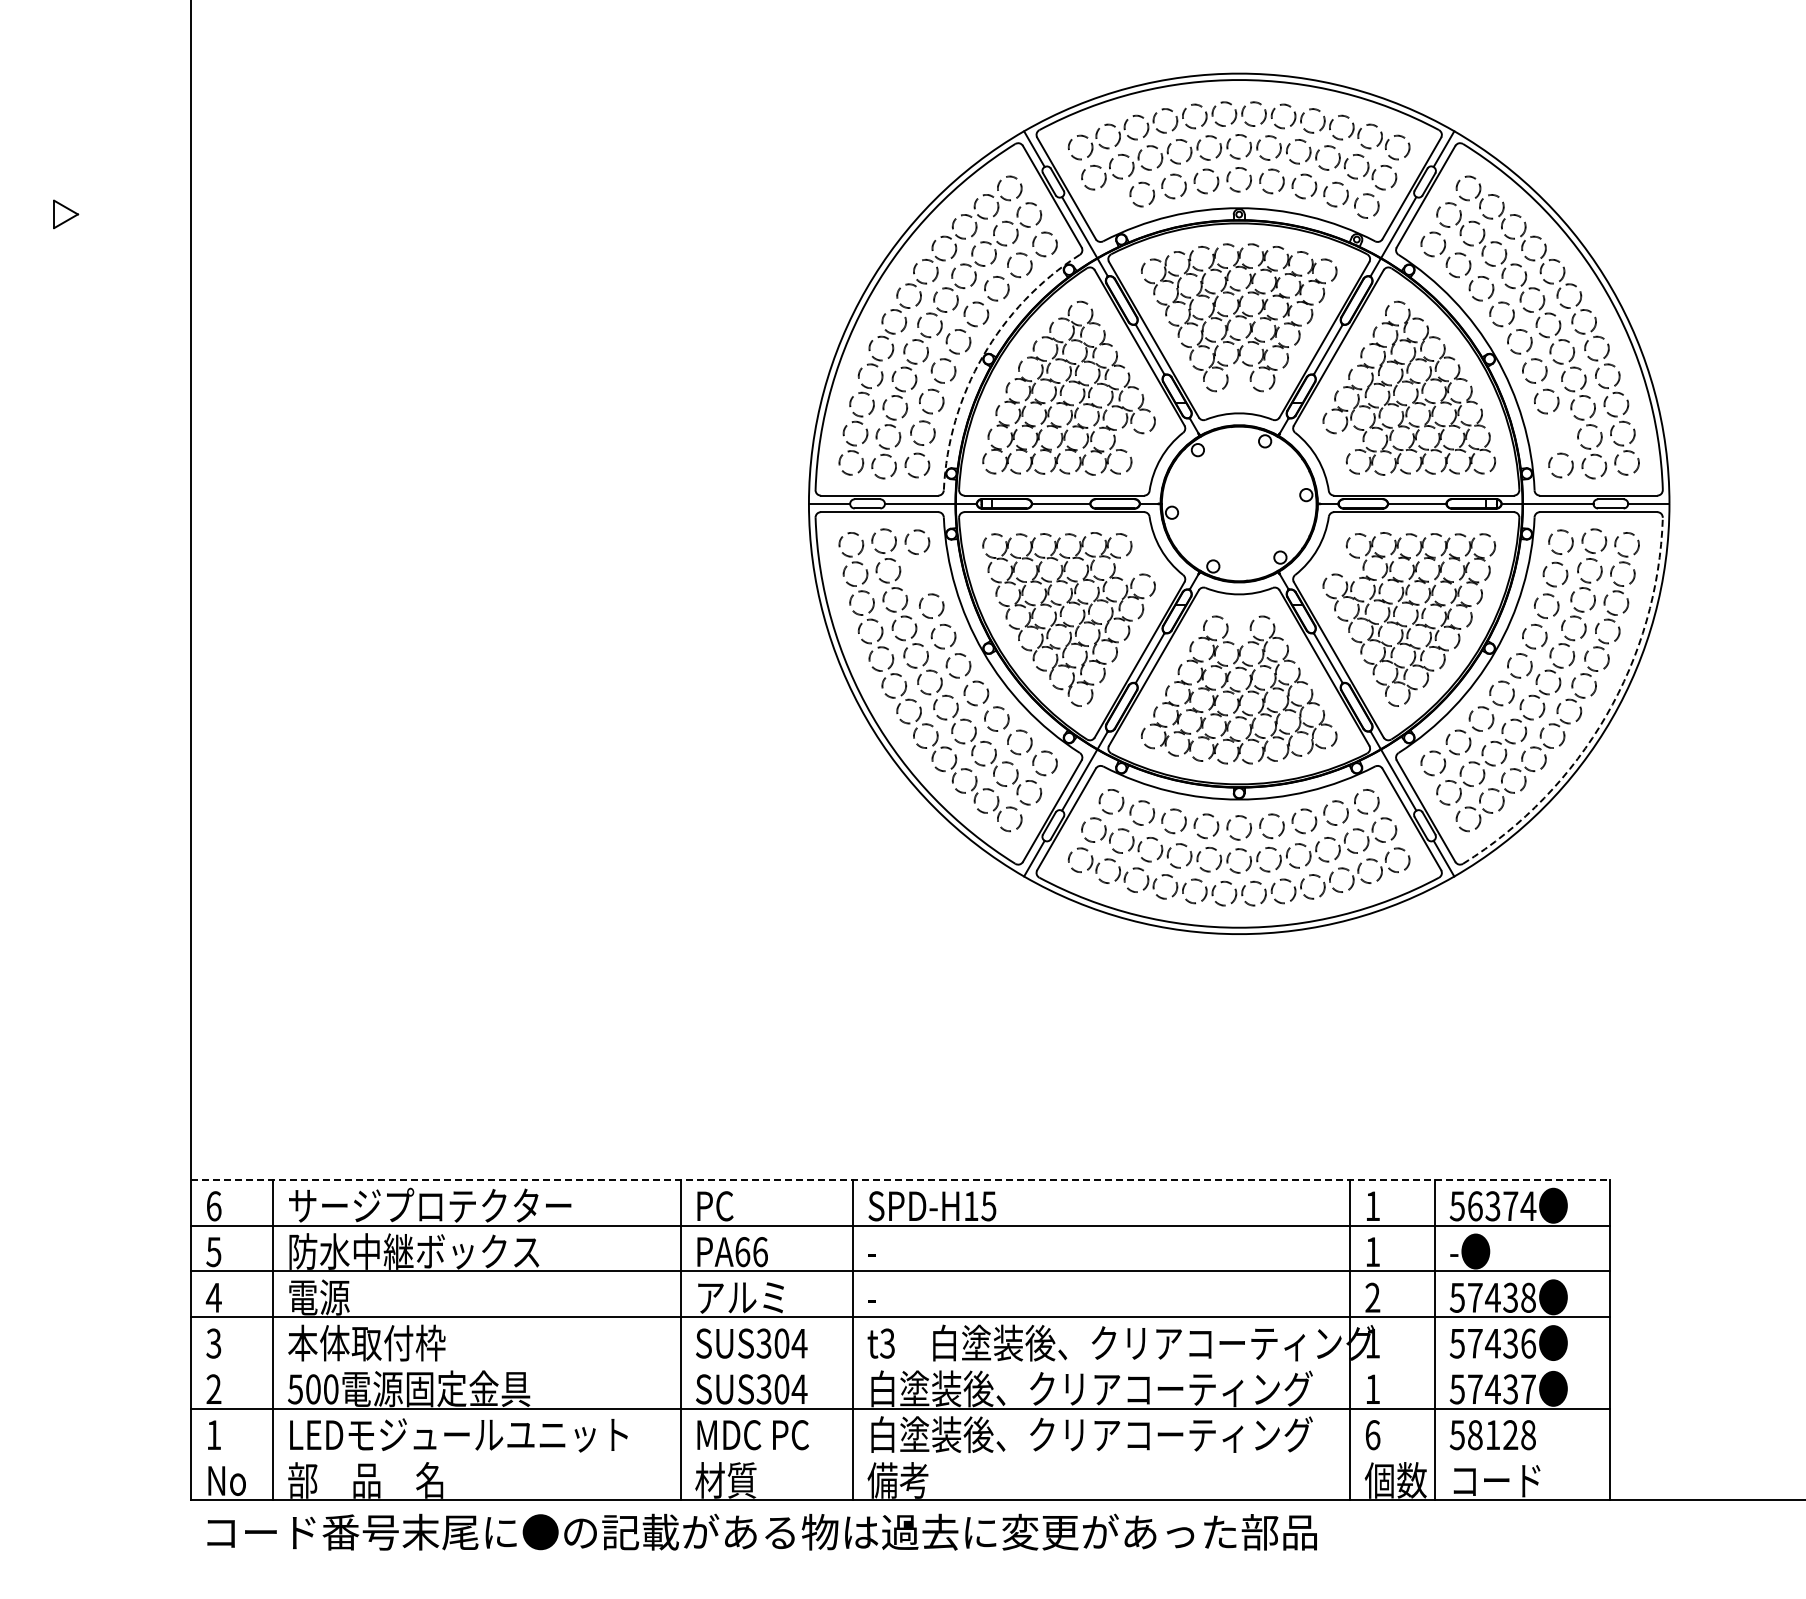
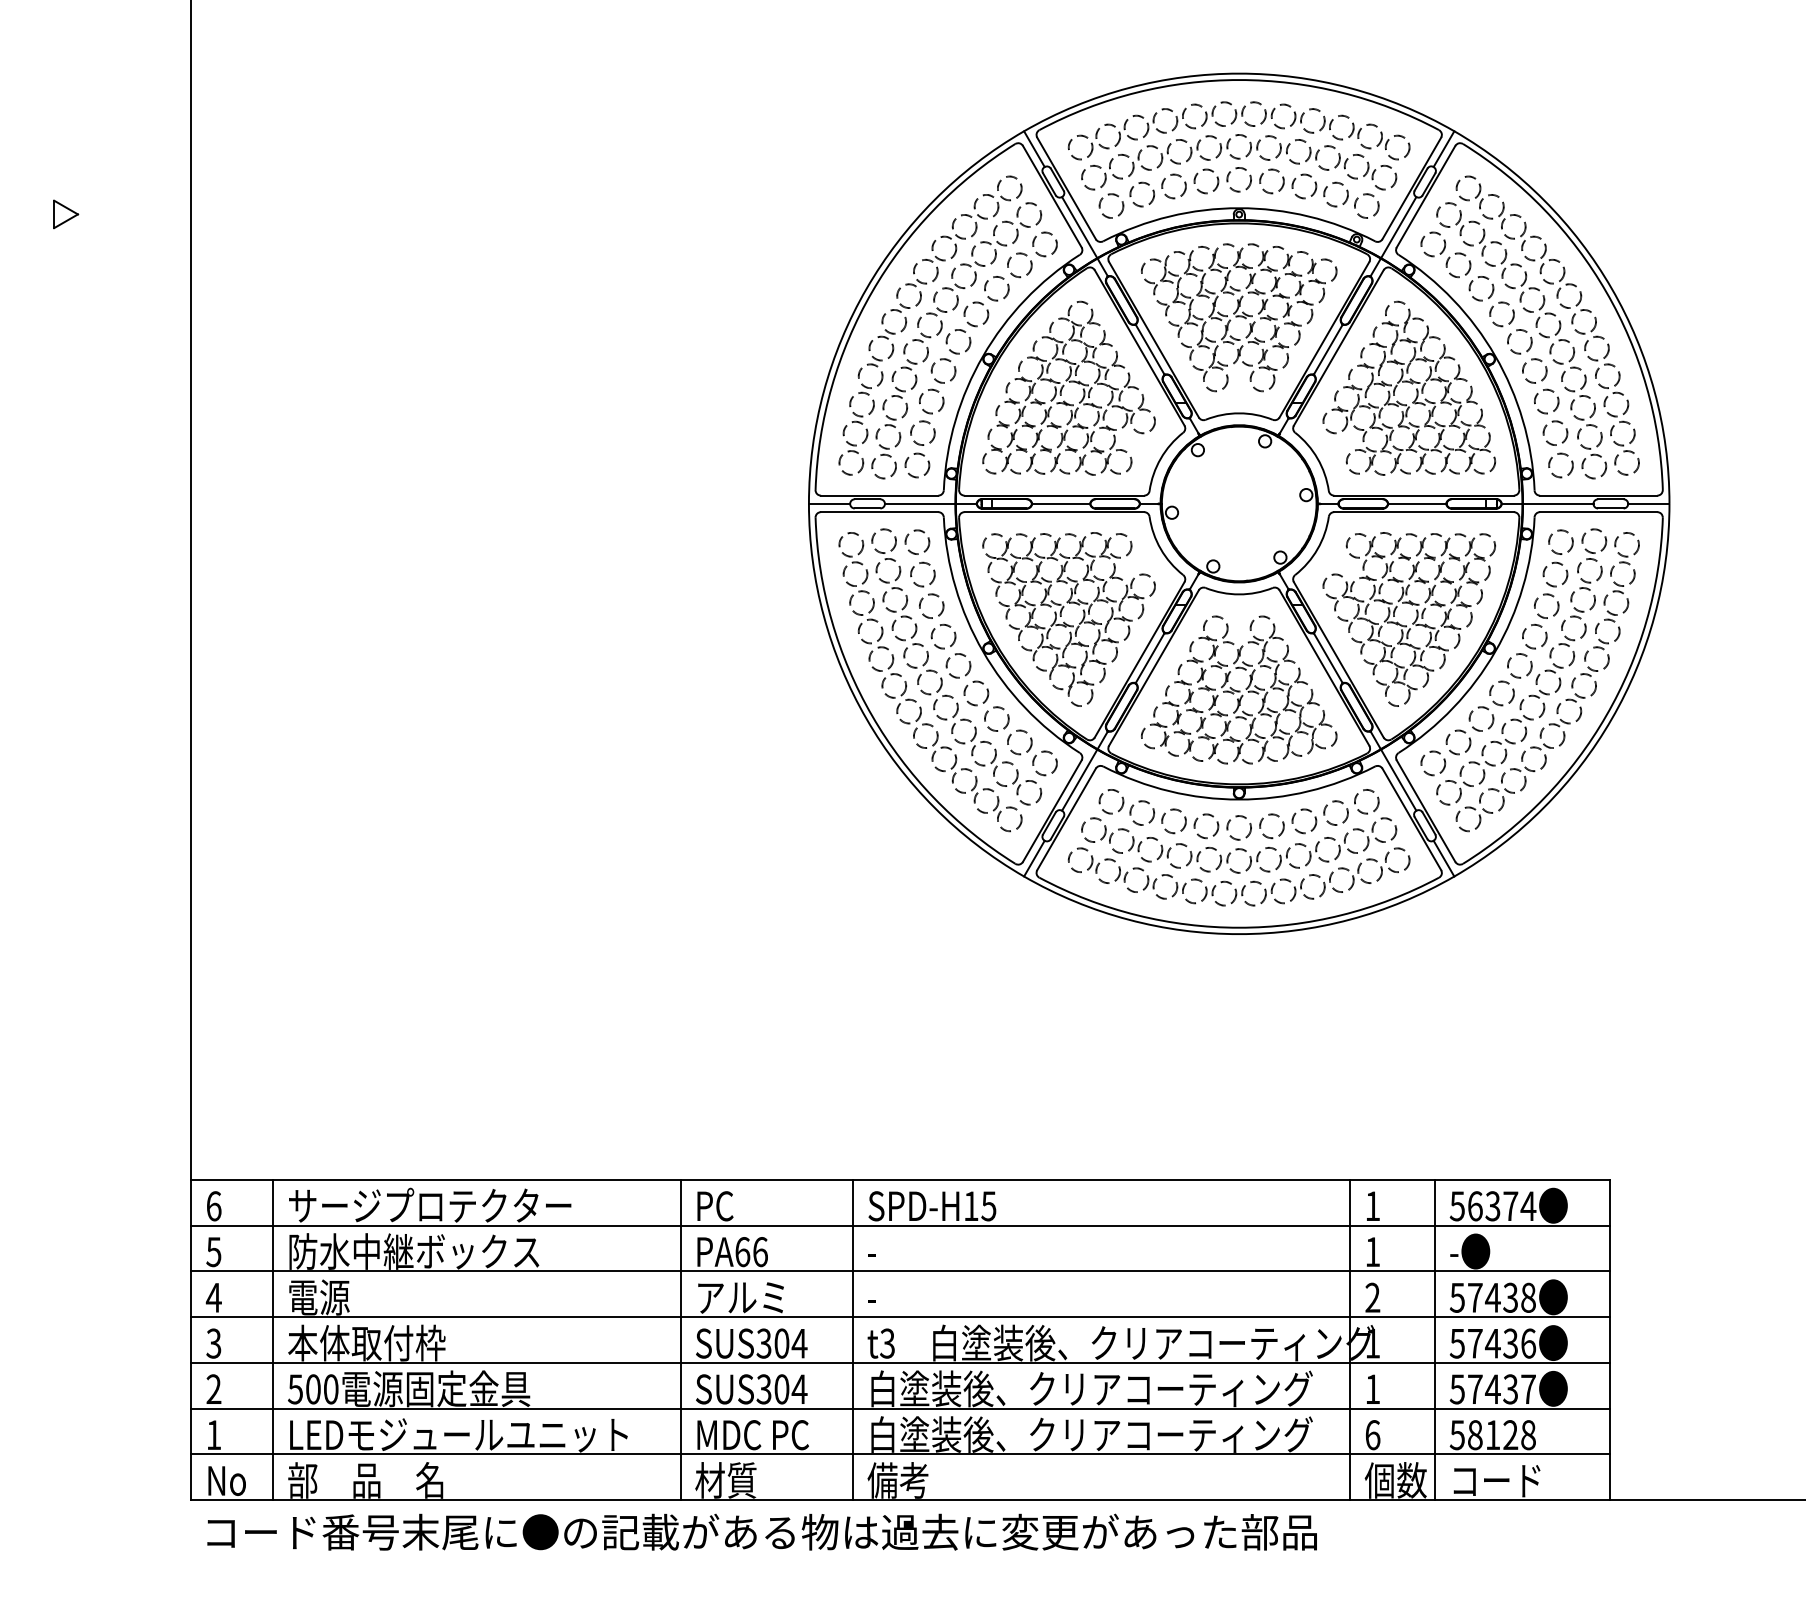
circle at (1111, 205): none -> present
arc at (983, 356): dashed -> solid
circle at (1555, 432): none -> present
circle at (922, 574): none -> present
arc at (1606, 715): dashed -> solid
line at (901, 1179): dashed -> solid
line at (900, 1362): none -> present
line at (900, 1454): none -> present
